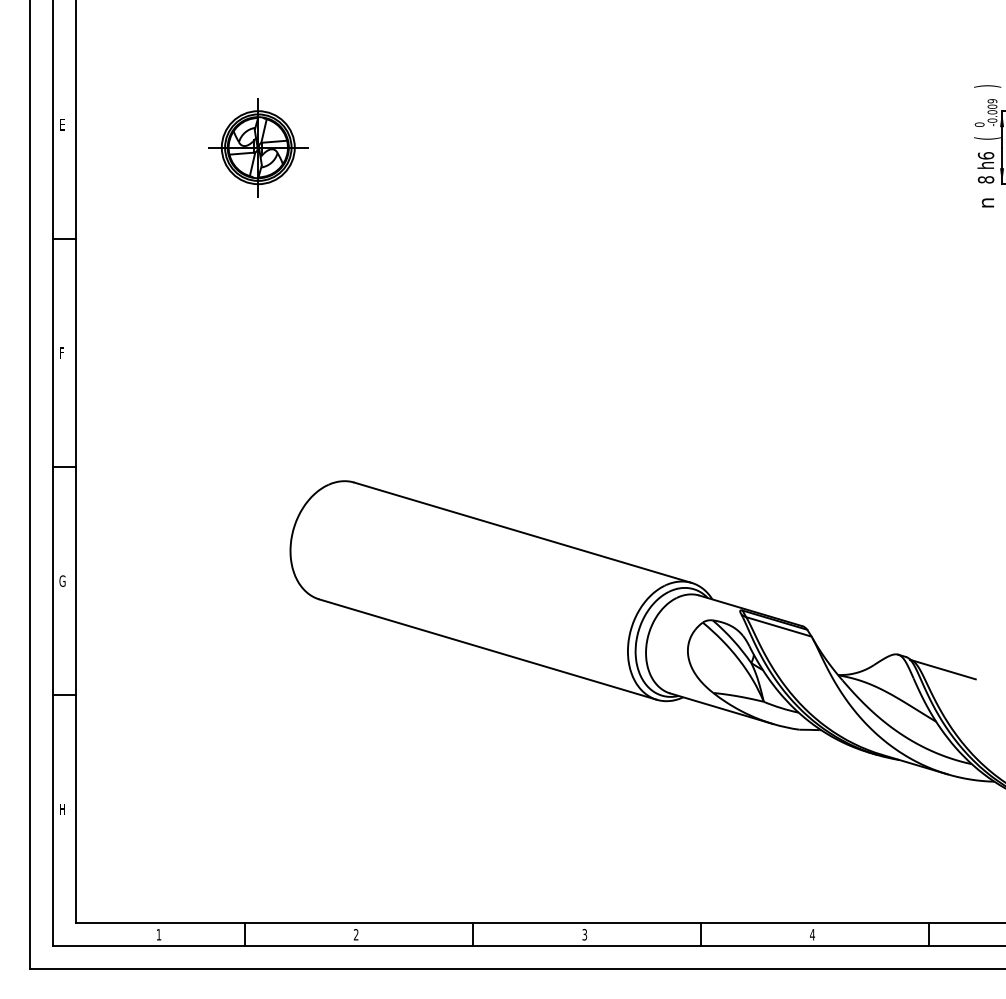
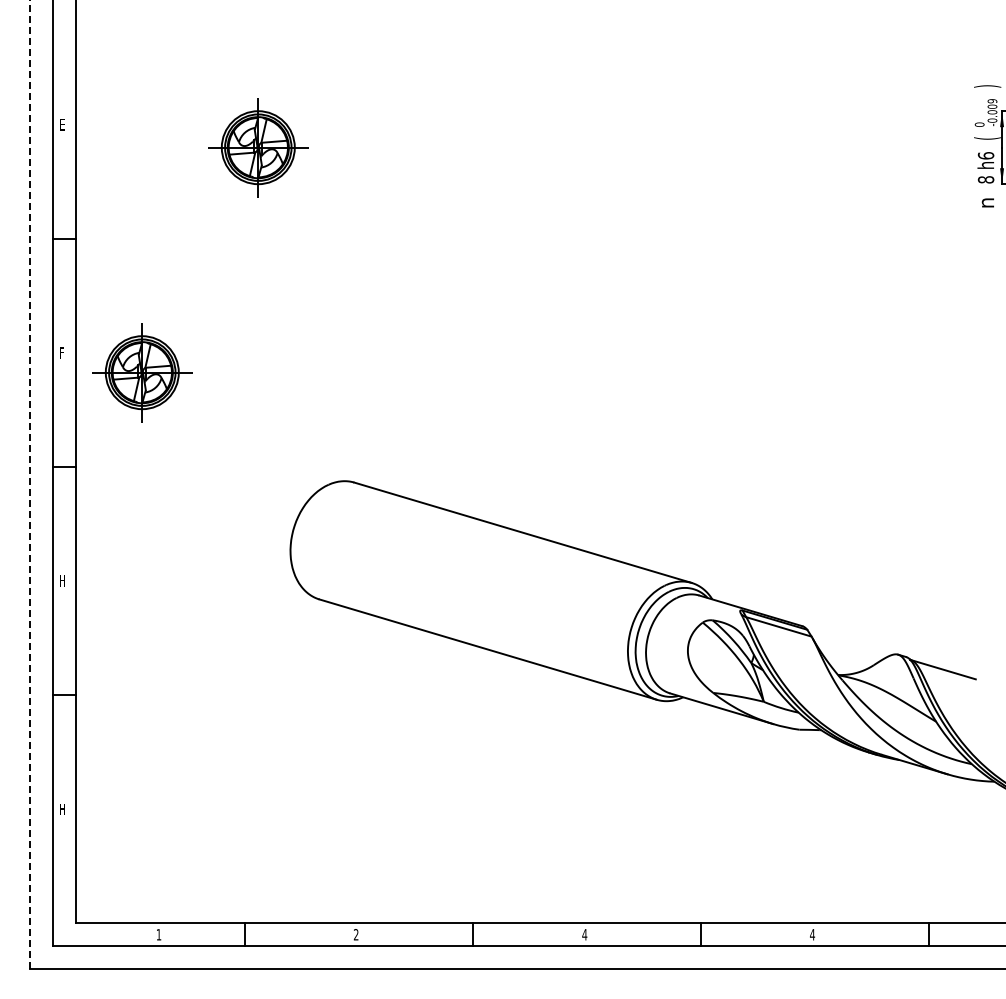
part at (142, 372): none -> present
line at (30, 484): solid -> dashed
text at (62, 580): G -> H
text at (584, 934): 3 -> 4
